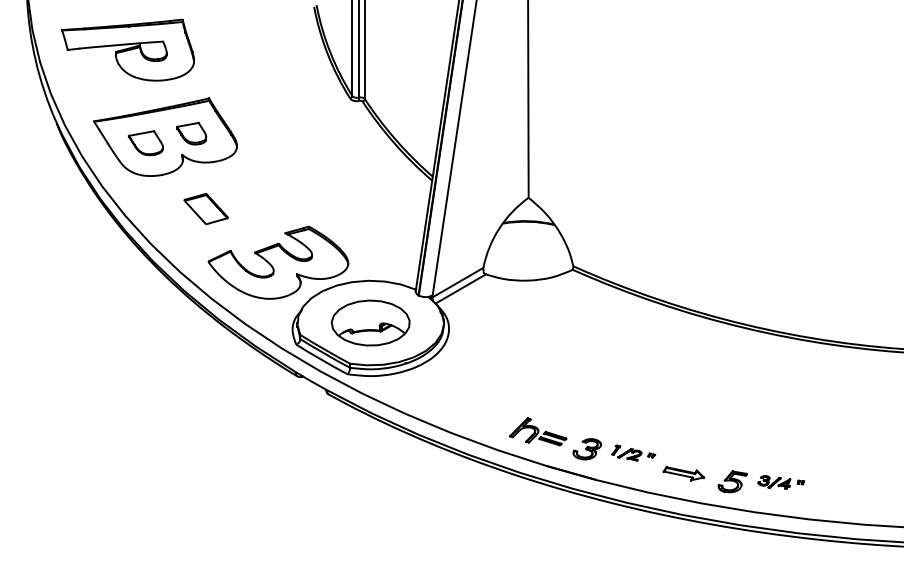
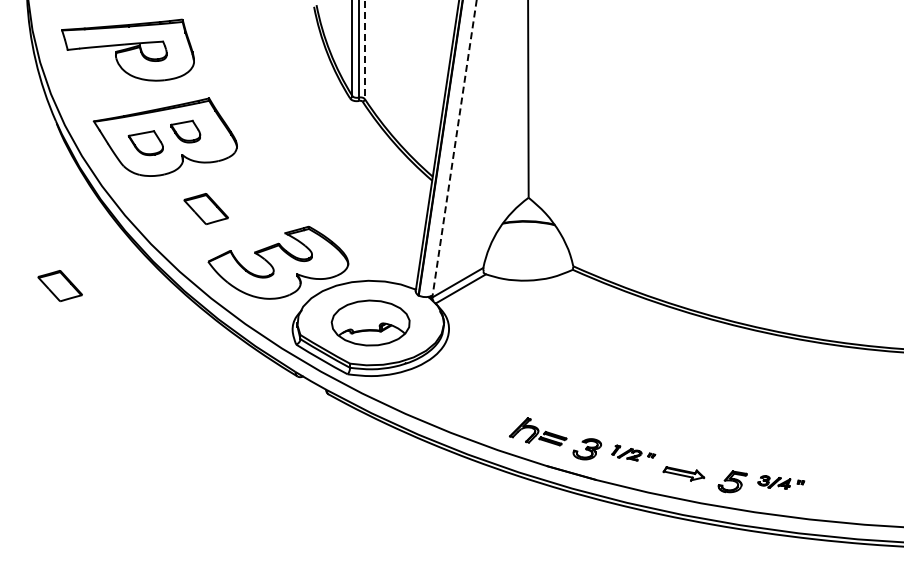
line at (364, 50): solid -> dashed
part at (191, 133) position: (191, 133) -> (185, 131)
line at (454, 149): solid -> dashed
part at (59, 286): none -> present
